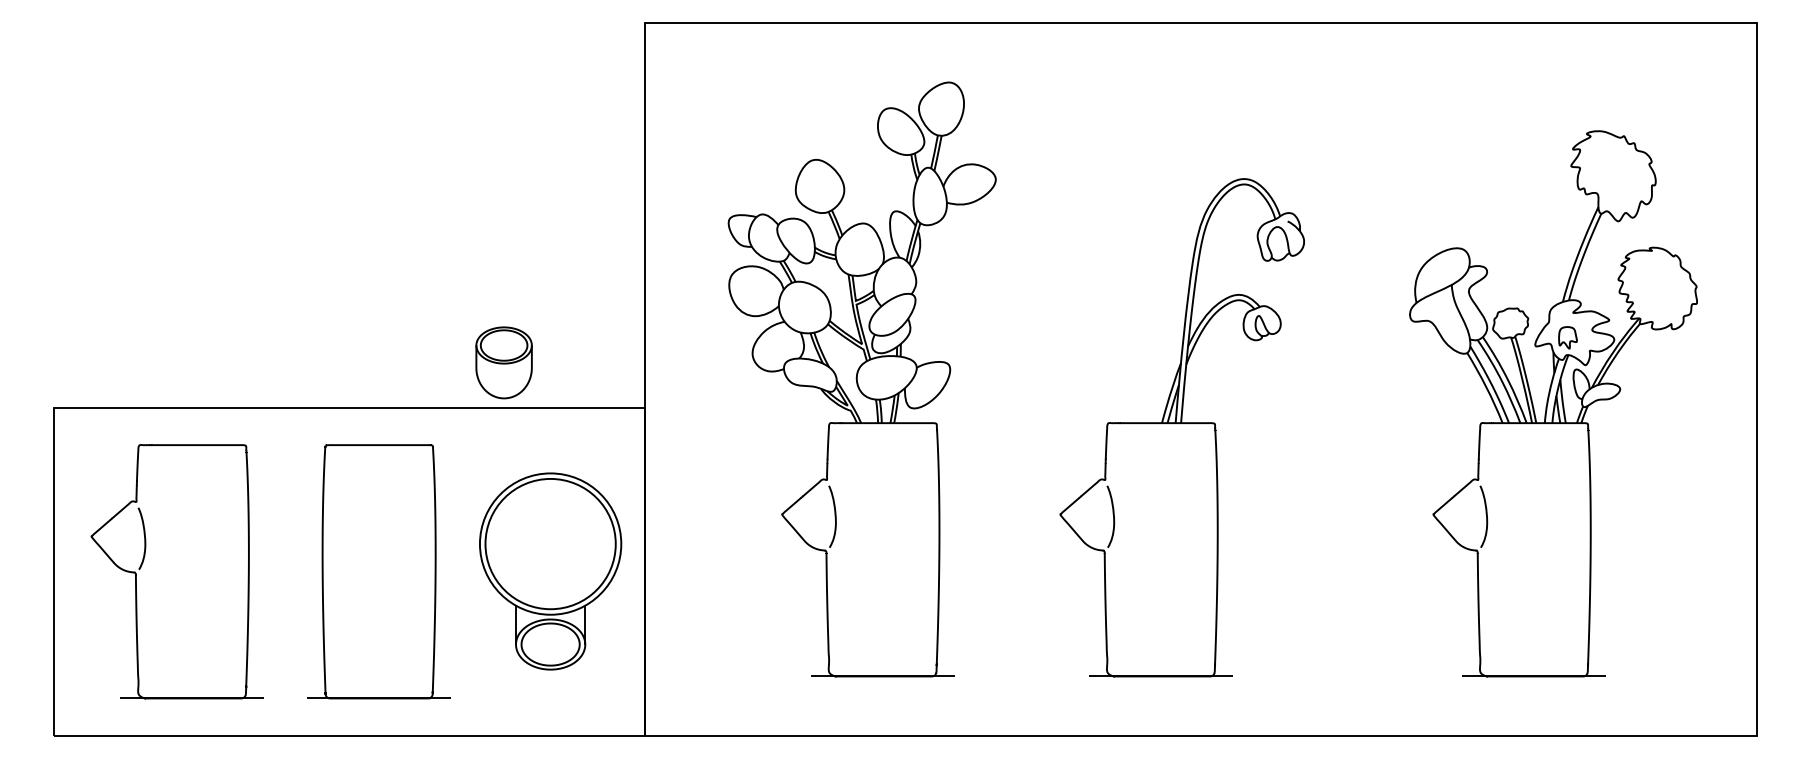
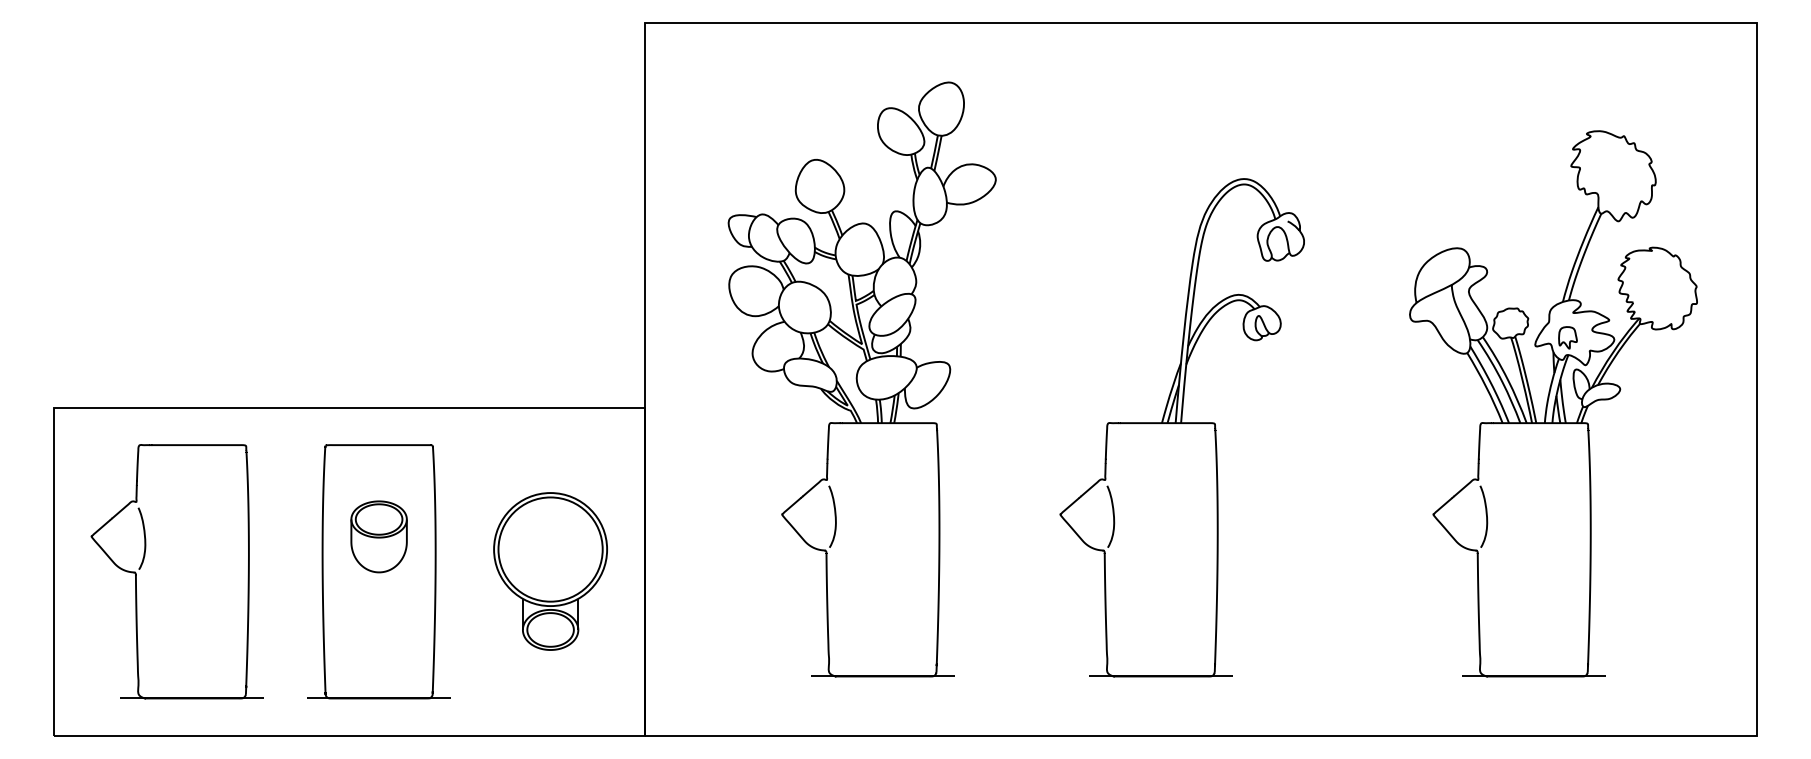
part at (503, 362) position: (503, 362) -> (378, 536)
part at (550, 571) size: 144x199 px -> 115x159 px
